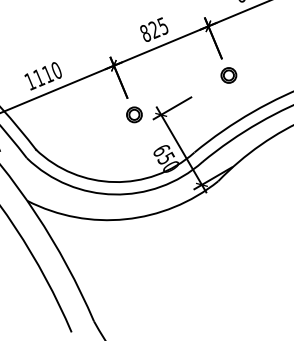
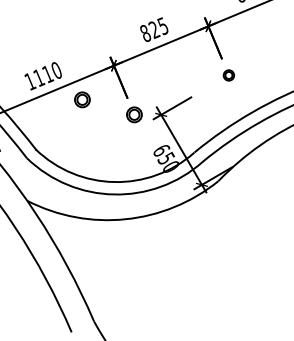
part at (228, 75) size: 18x17 px -> 13x13 px
part at (82, 99): none -> present
